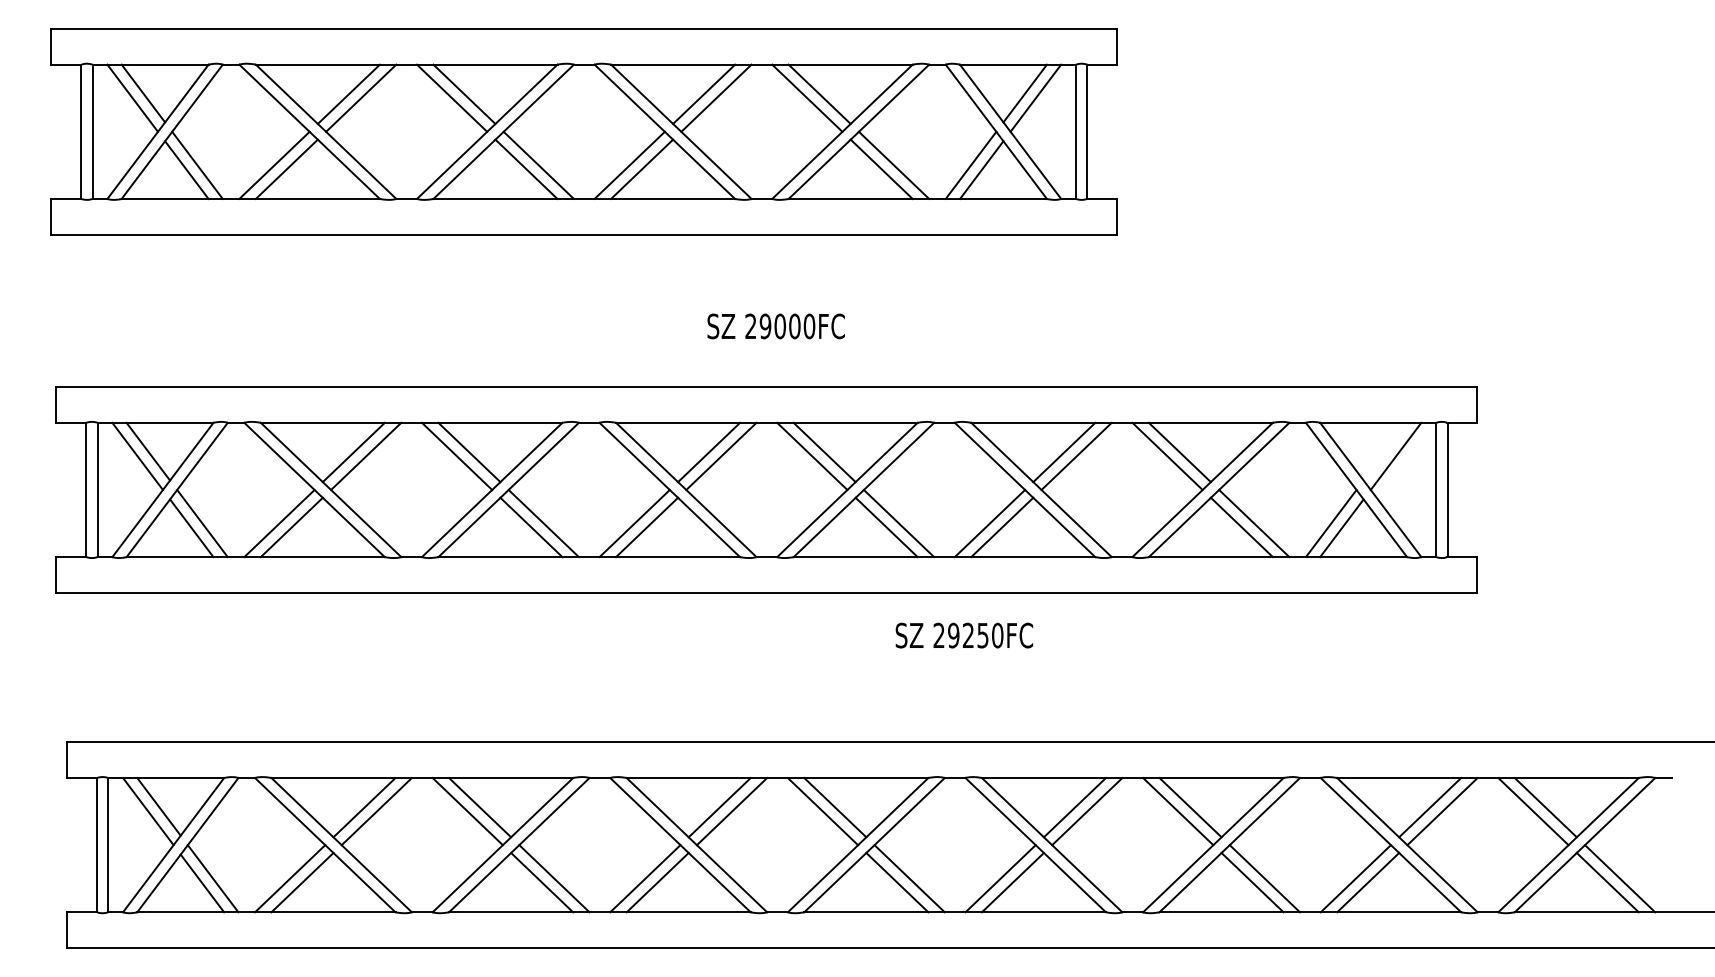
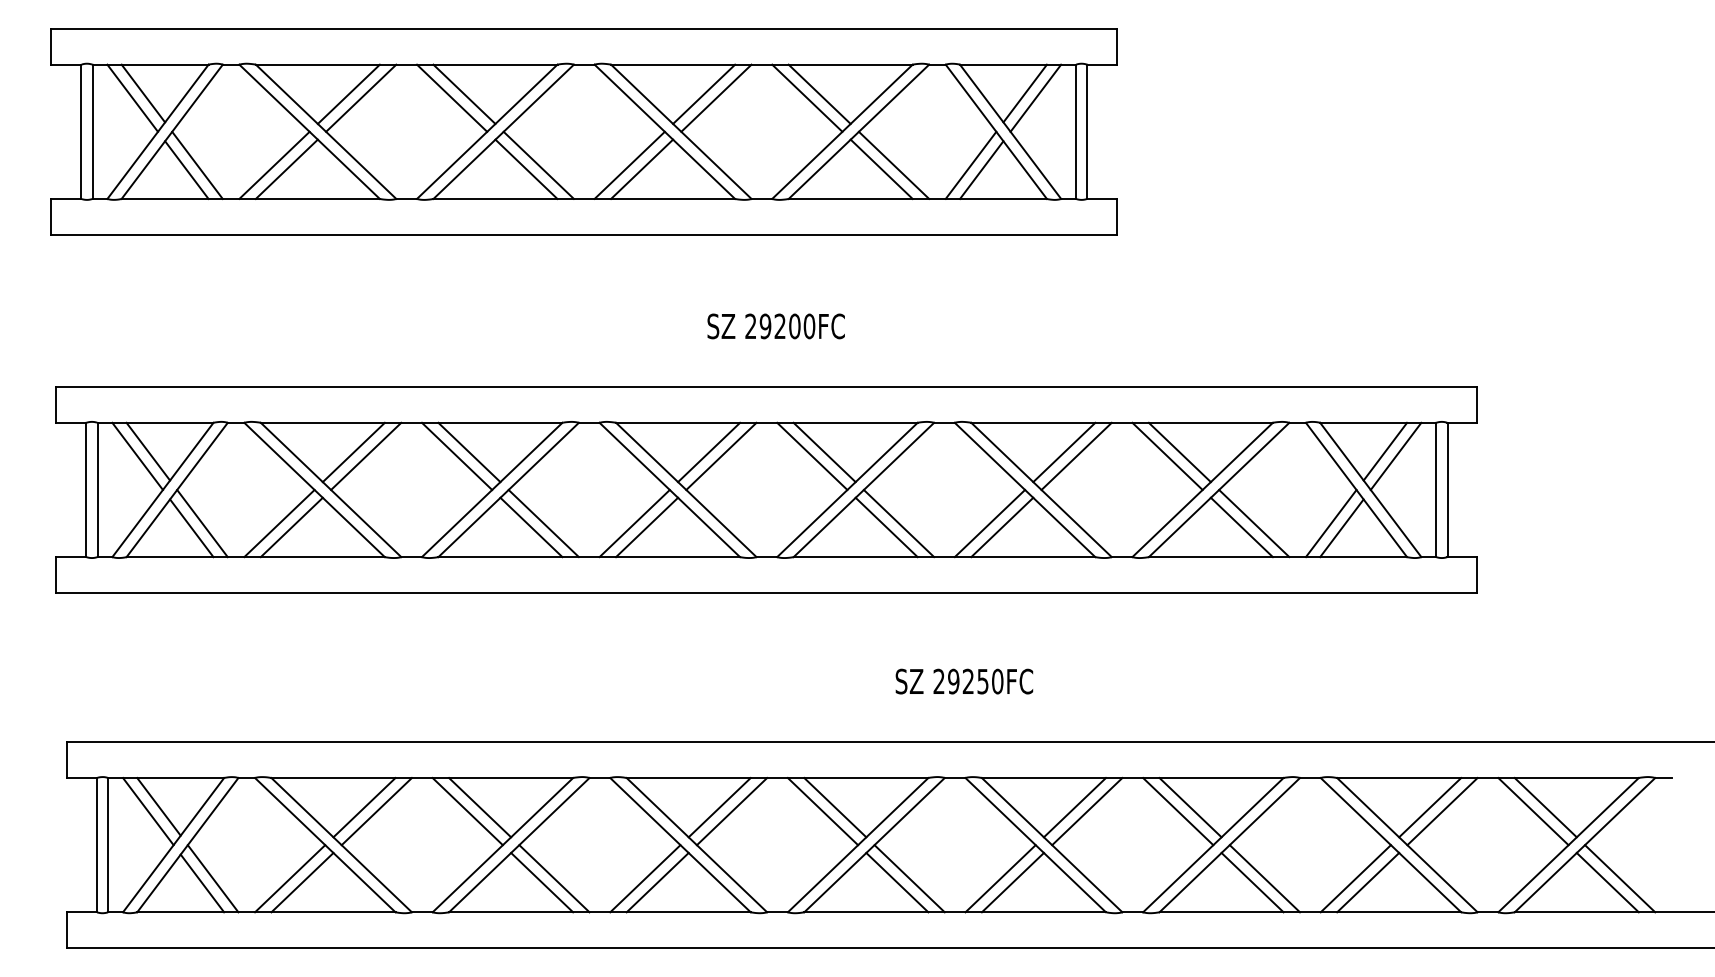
text at (779, 326): 29000FC -> 29200FC
line at (1385, 451): none -> present
text at (964, 635) position: (964, 635) -> (964, 681)
